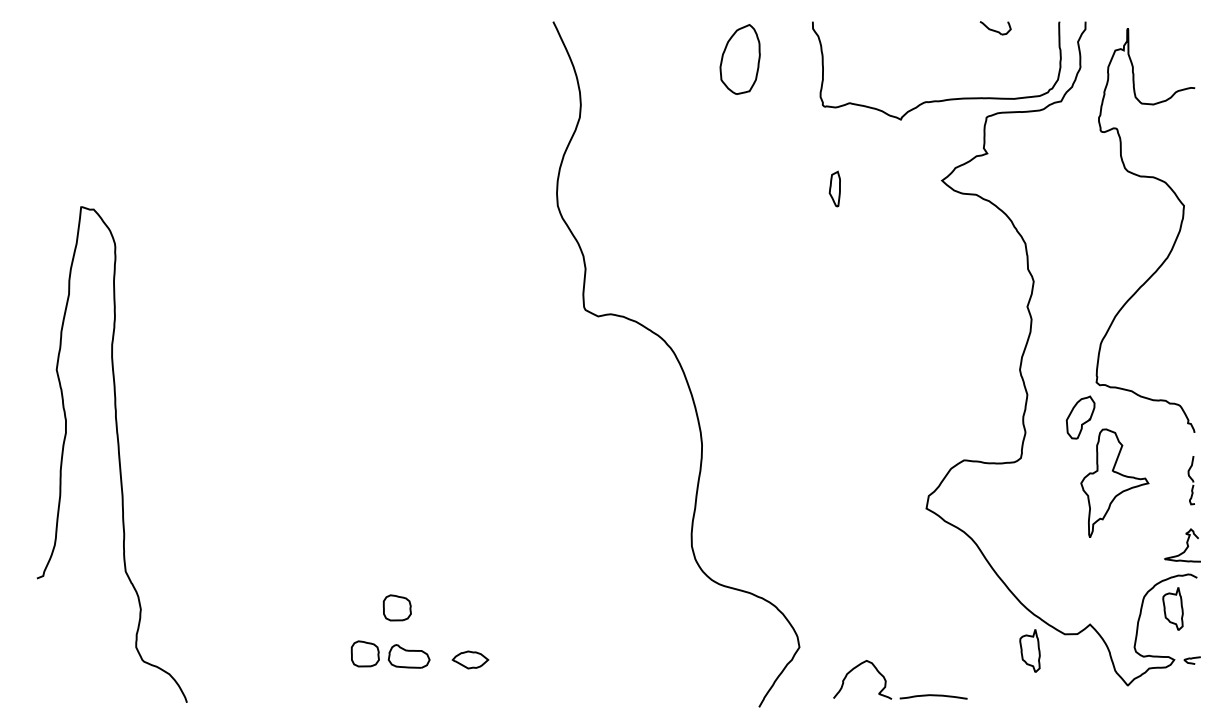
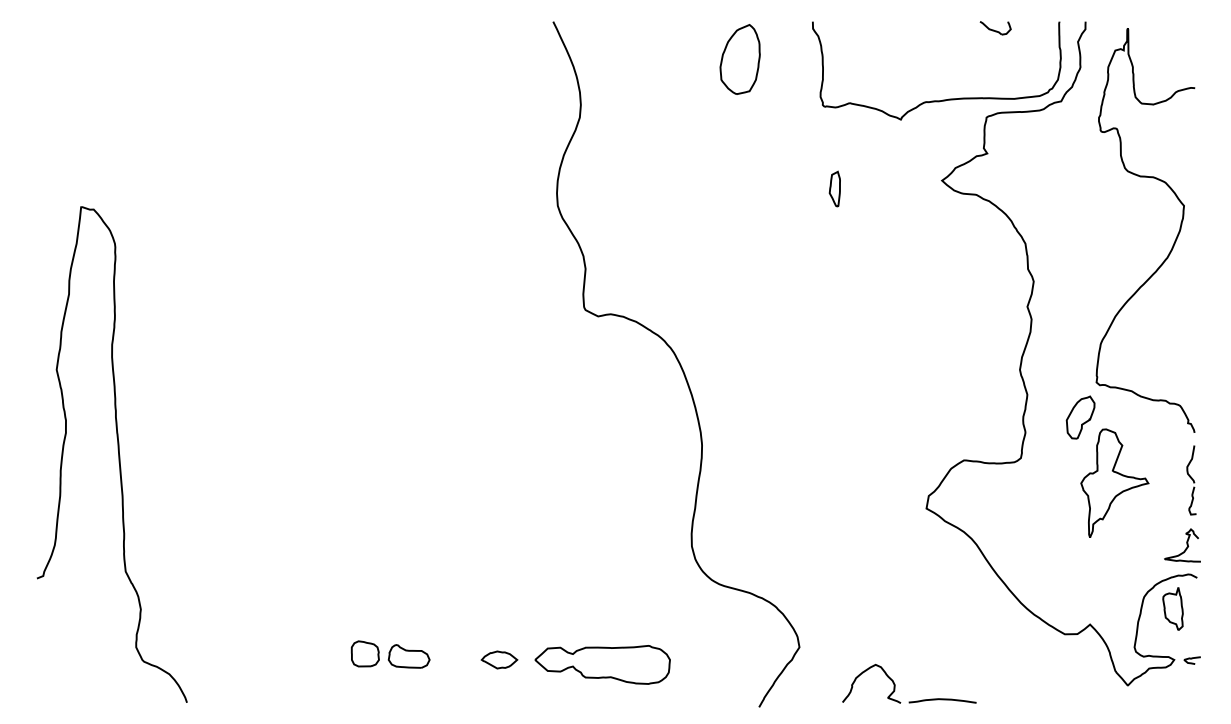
part at (1190, 480) size: 8x50 px -> 11x71 px
part at (396, 607): present -> none
part at (1029, 650): present -> none
part at (470, 659) position: (470, 659) -> (499, 659)
part at (602, 664): none -> present
part at (886, 680) position: (886, 680) -> (895, 684)
